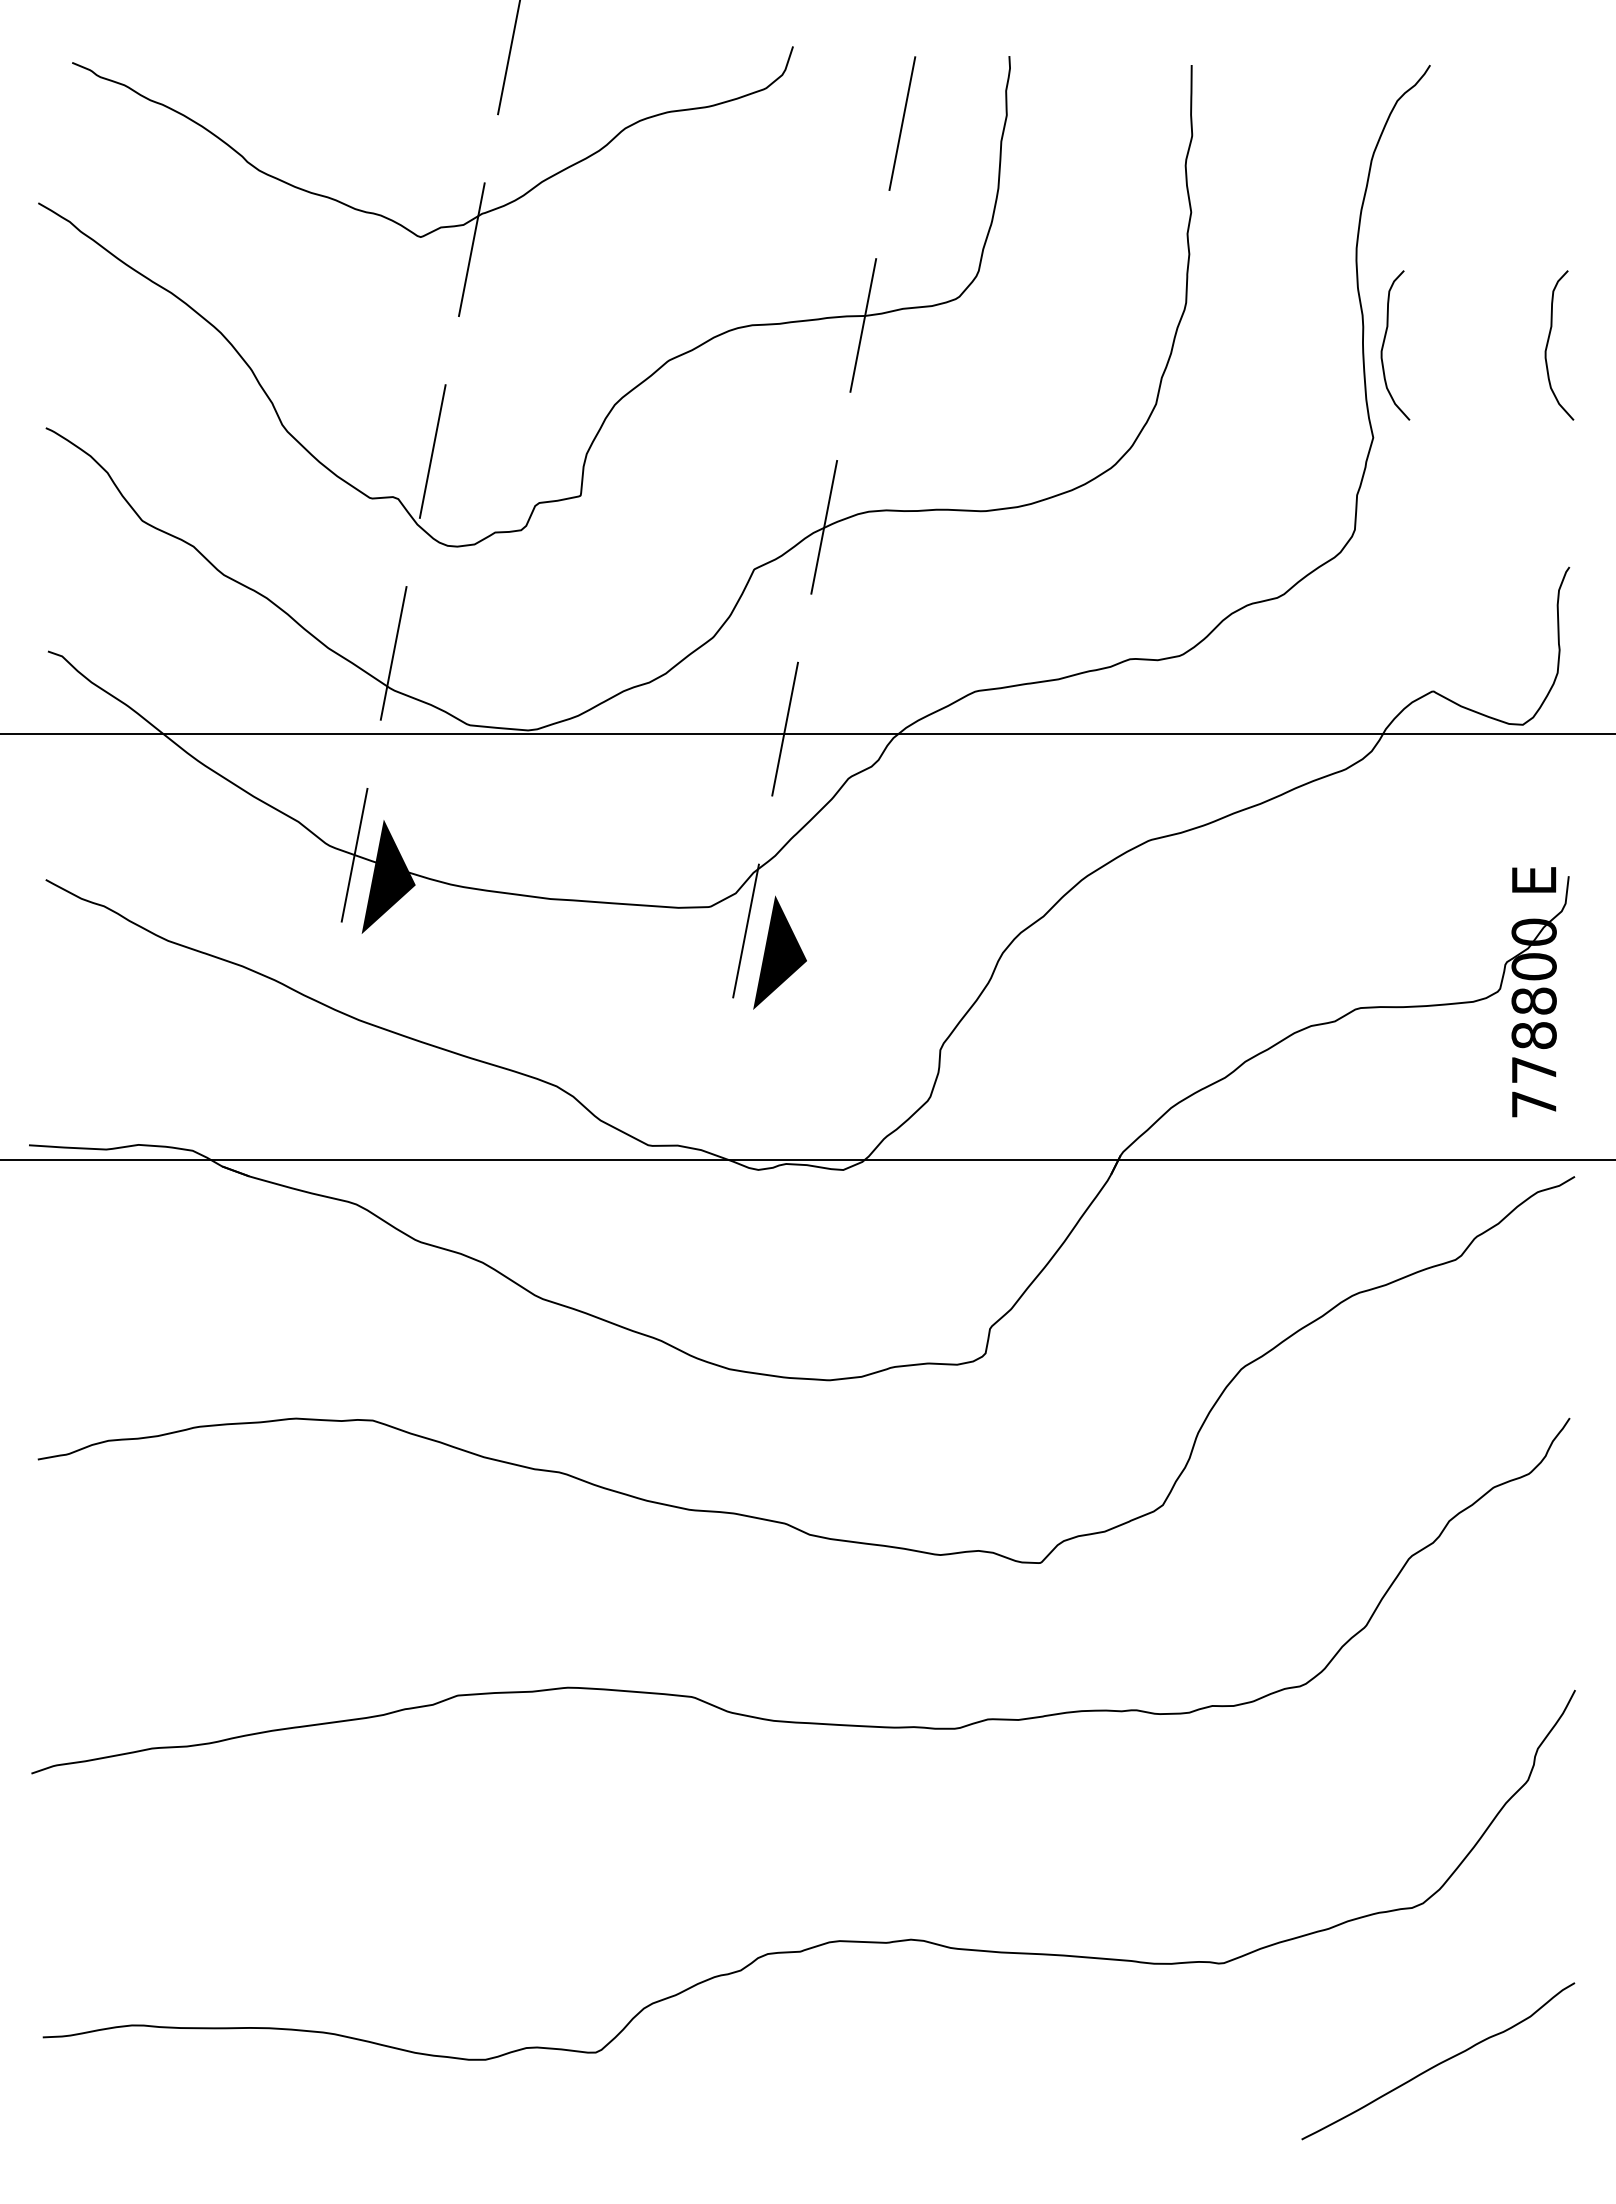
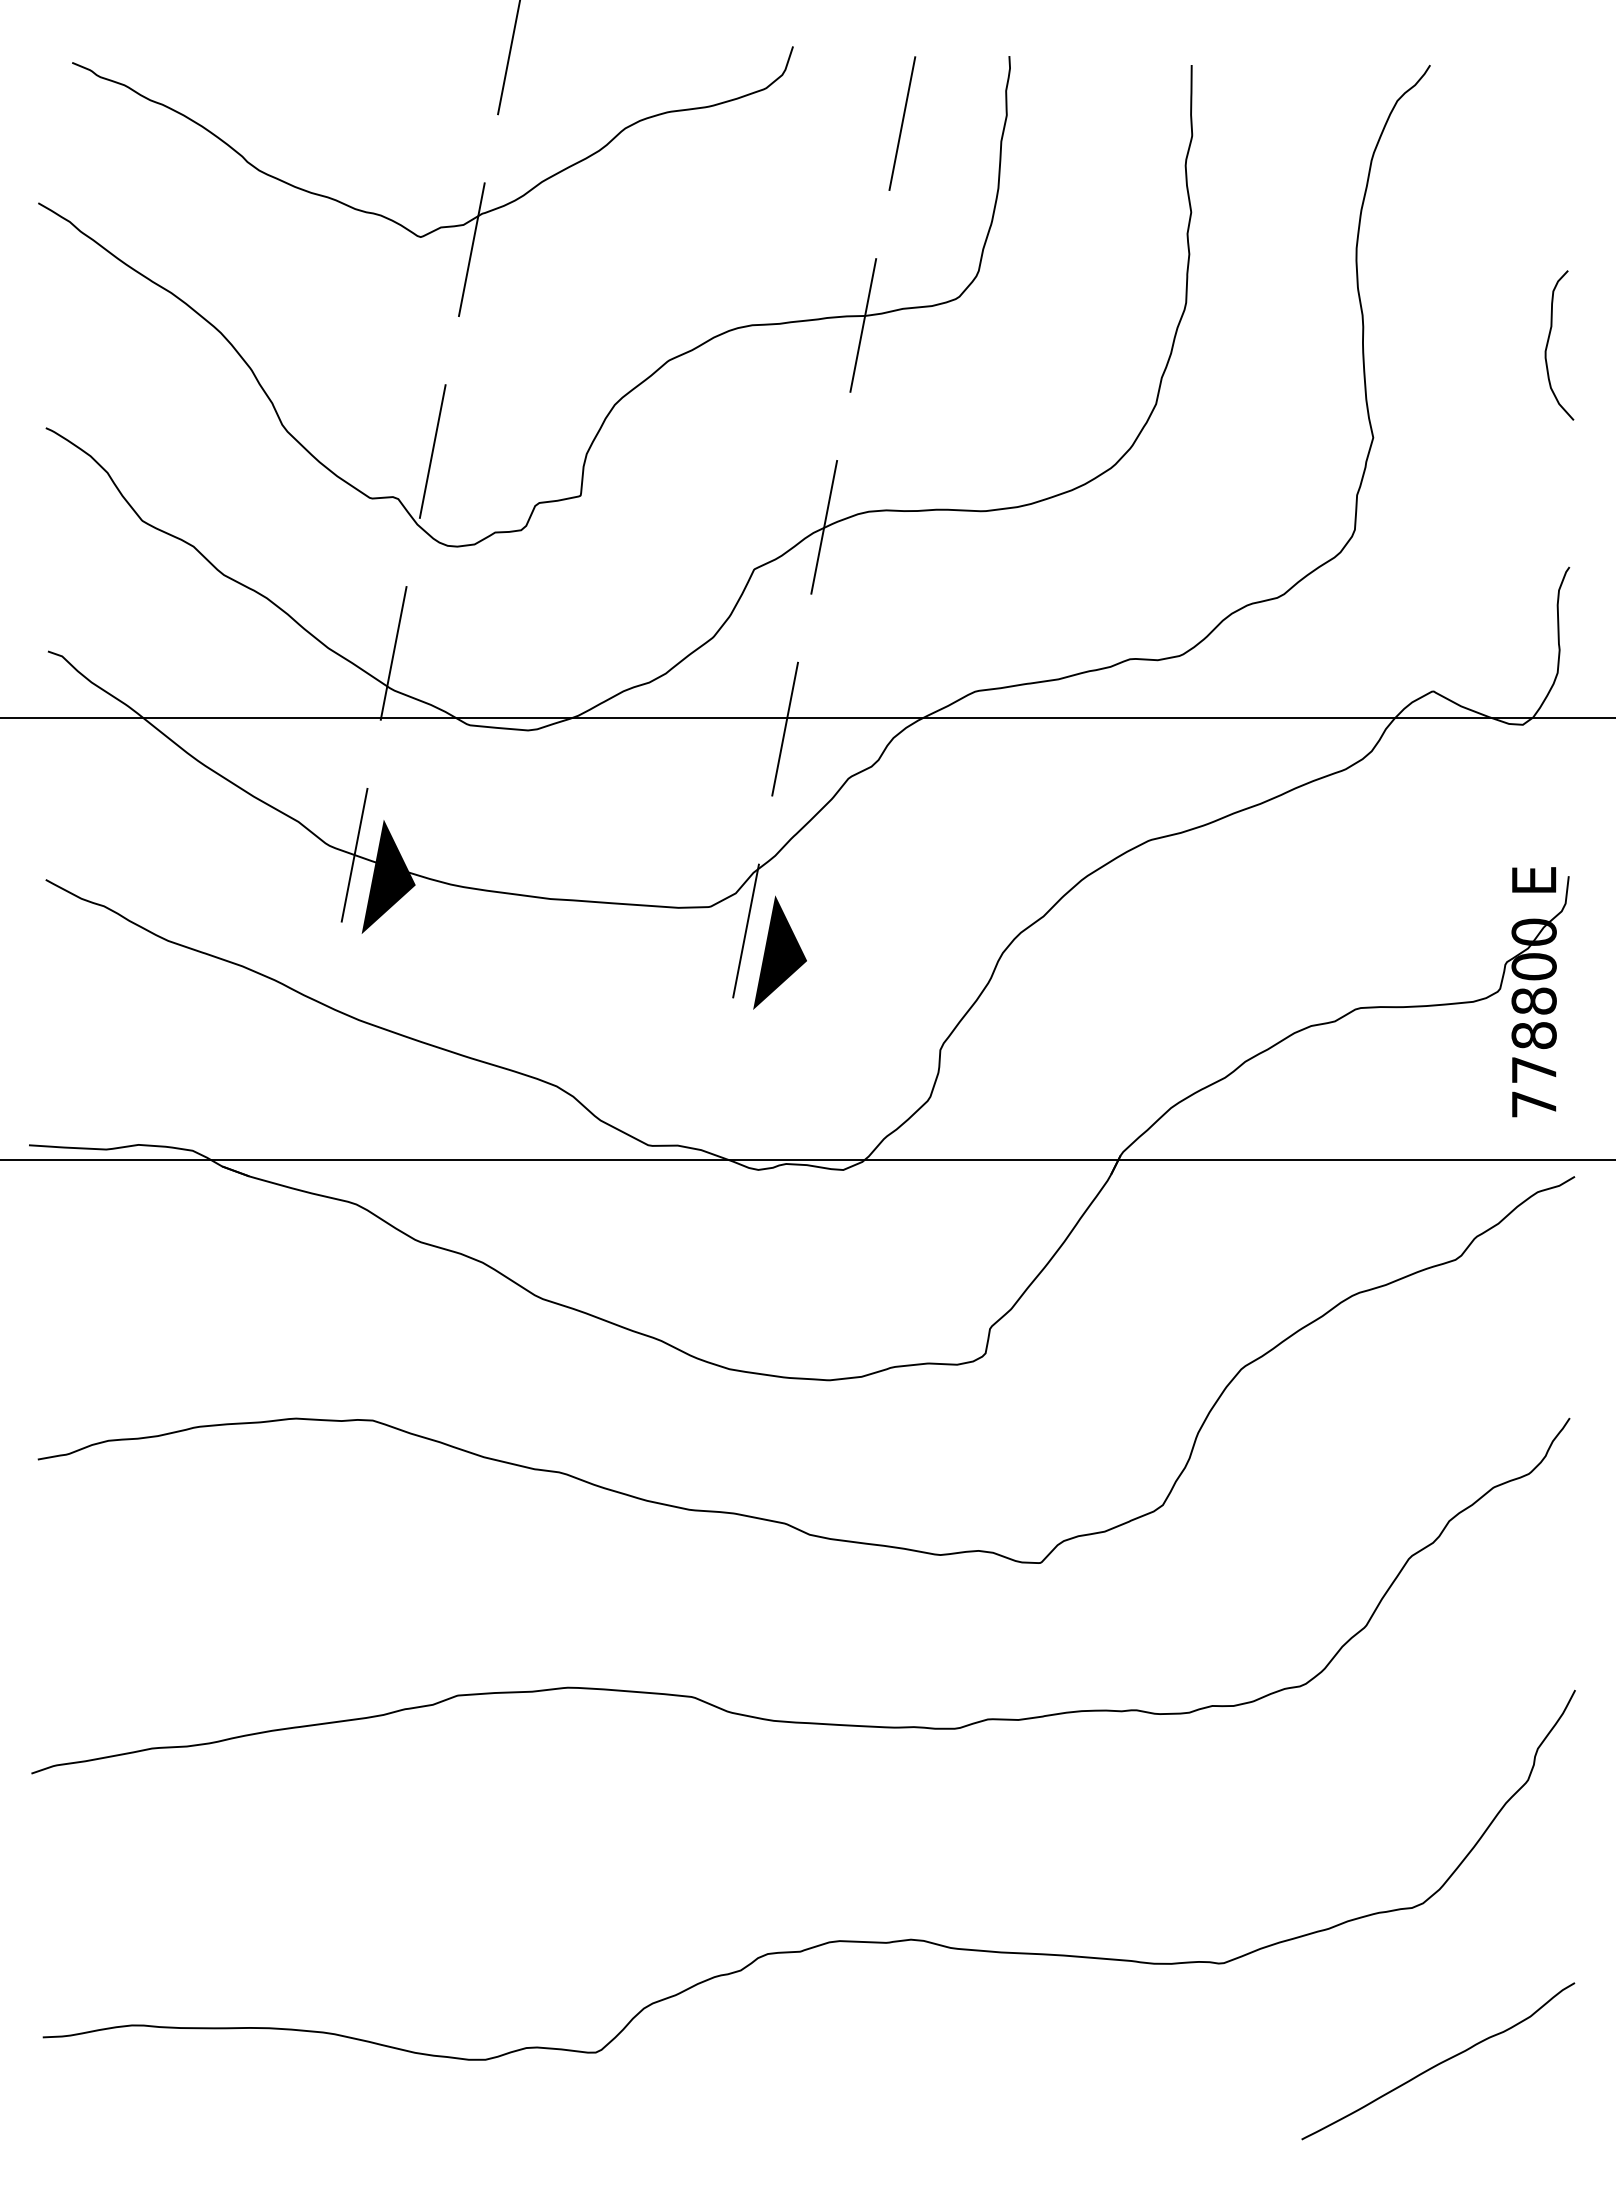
curve at (1384, 344): present -> none
line at (807, 733) position: (807, 733) -> (807, 717)
